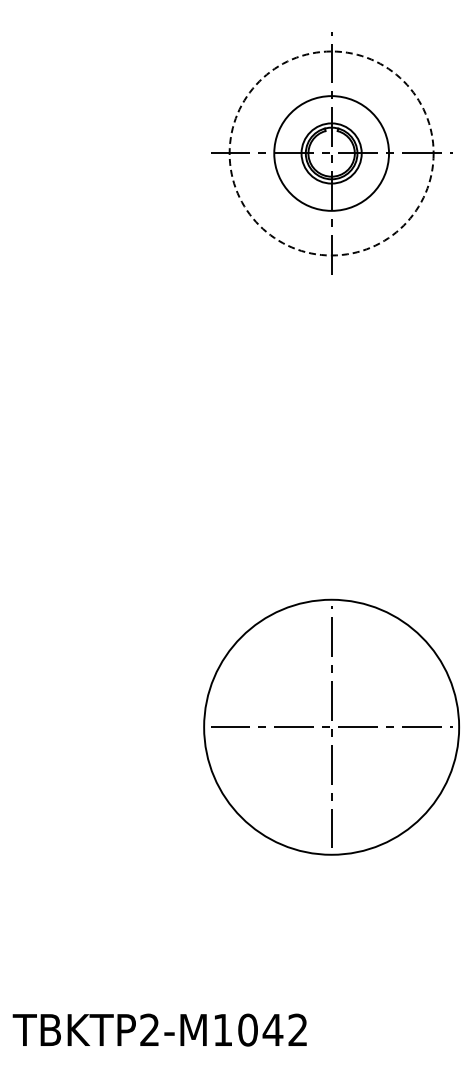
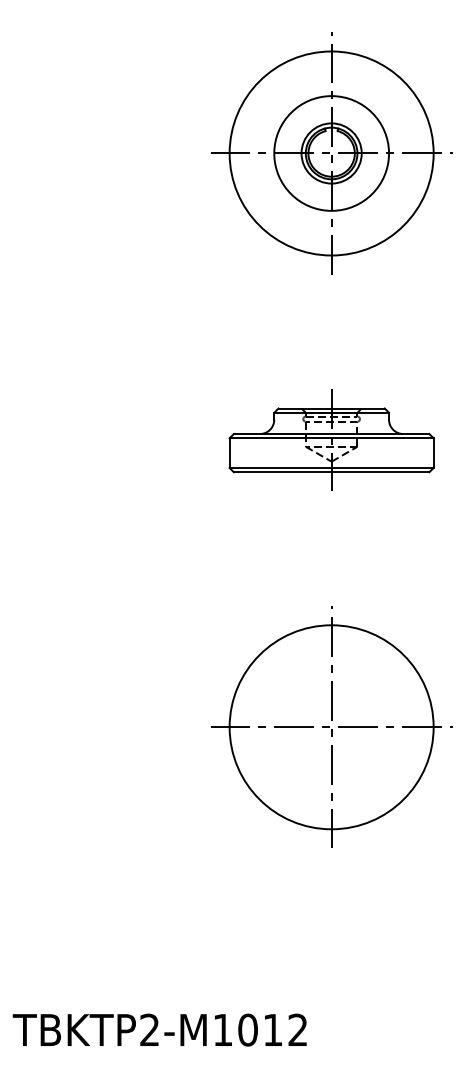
circle at (331, 153): dashed -> solid
part at (331, 439): none -> present
circle at (331, 726) diameter: 255 px -> 204 px
text at (272, 1029): TBKTP2-M1042 -> TBKTP2-M1012
